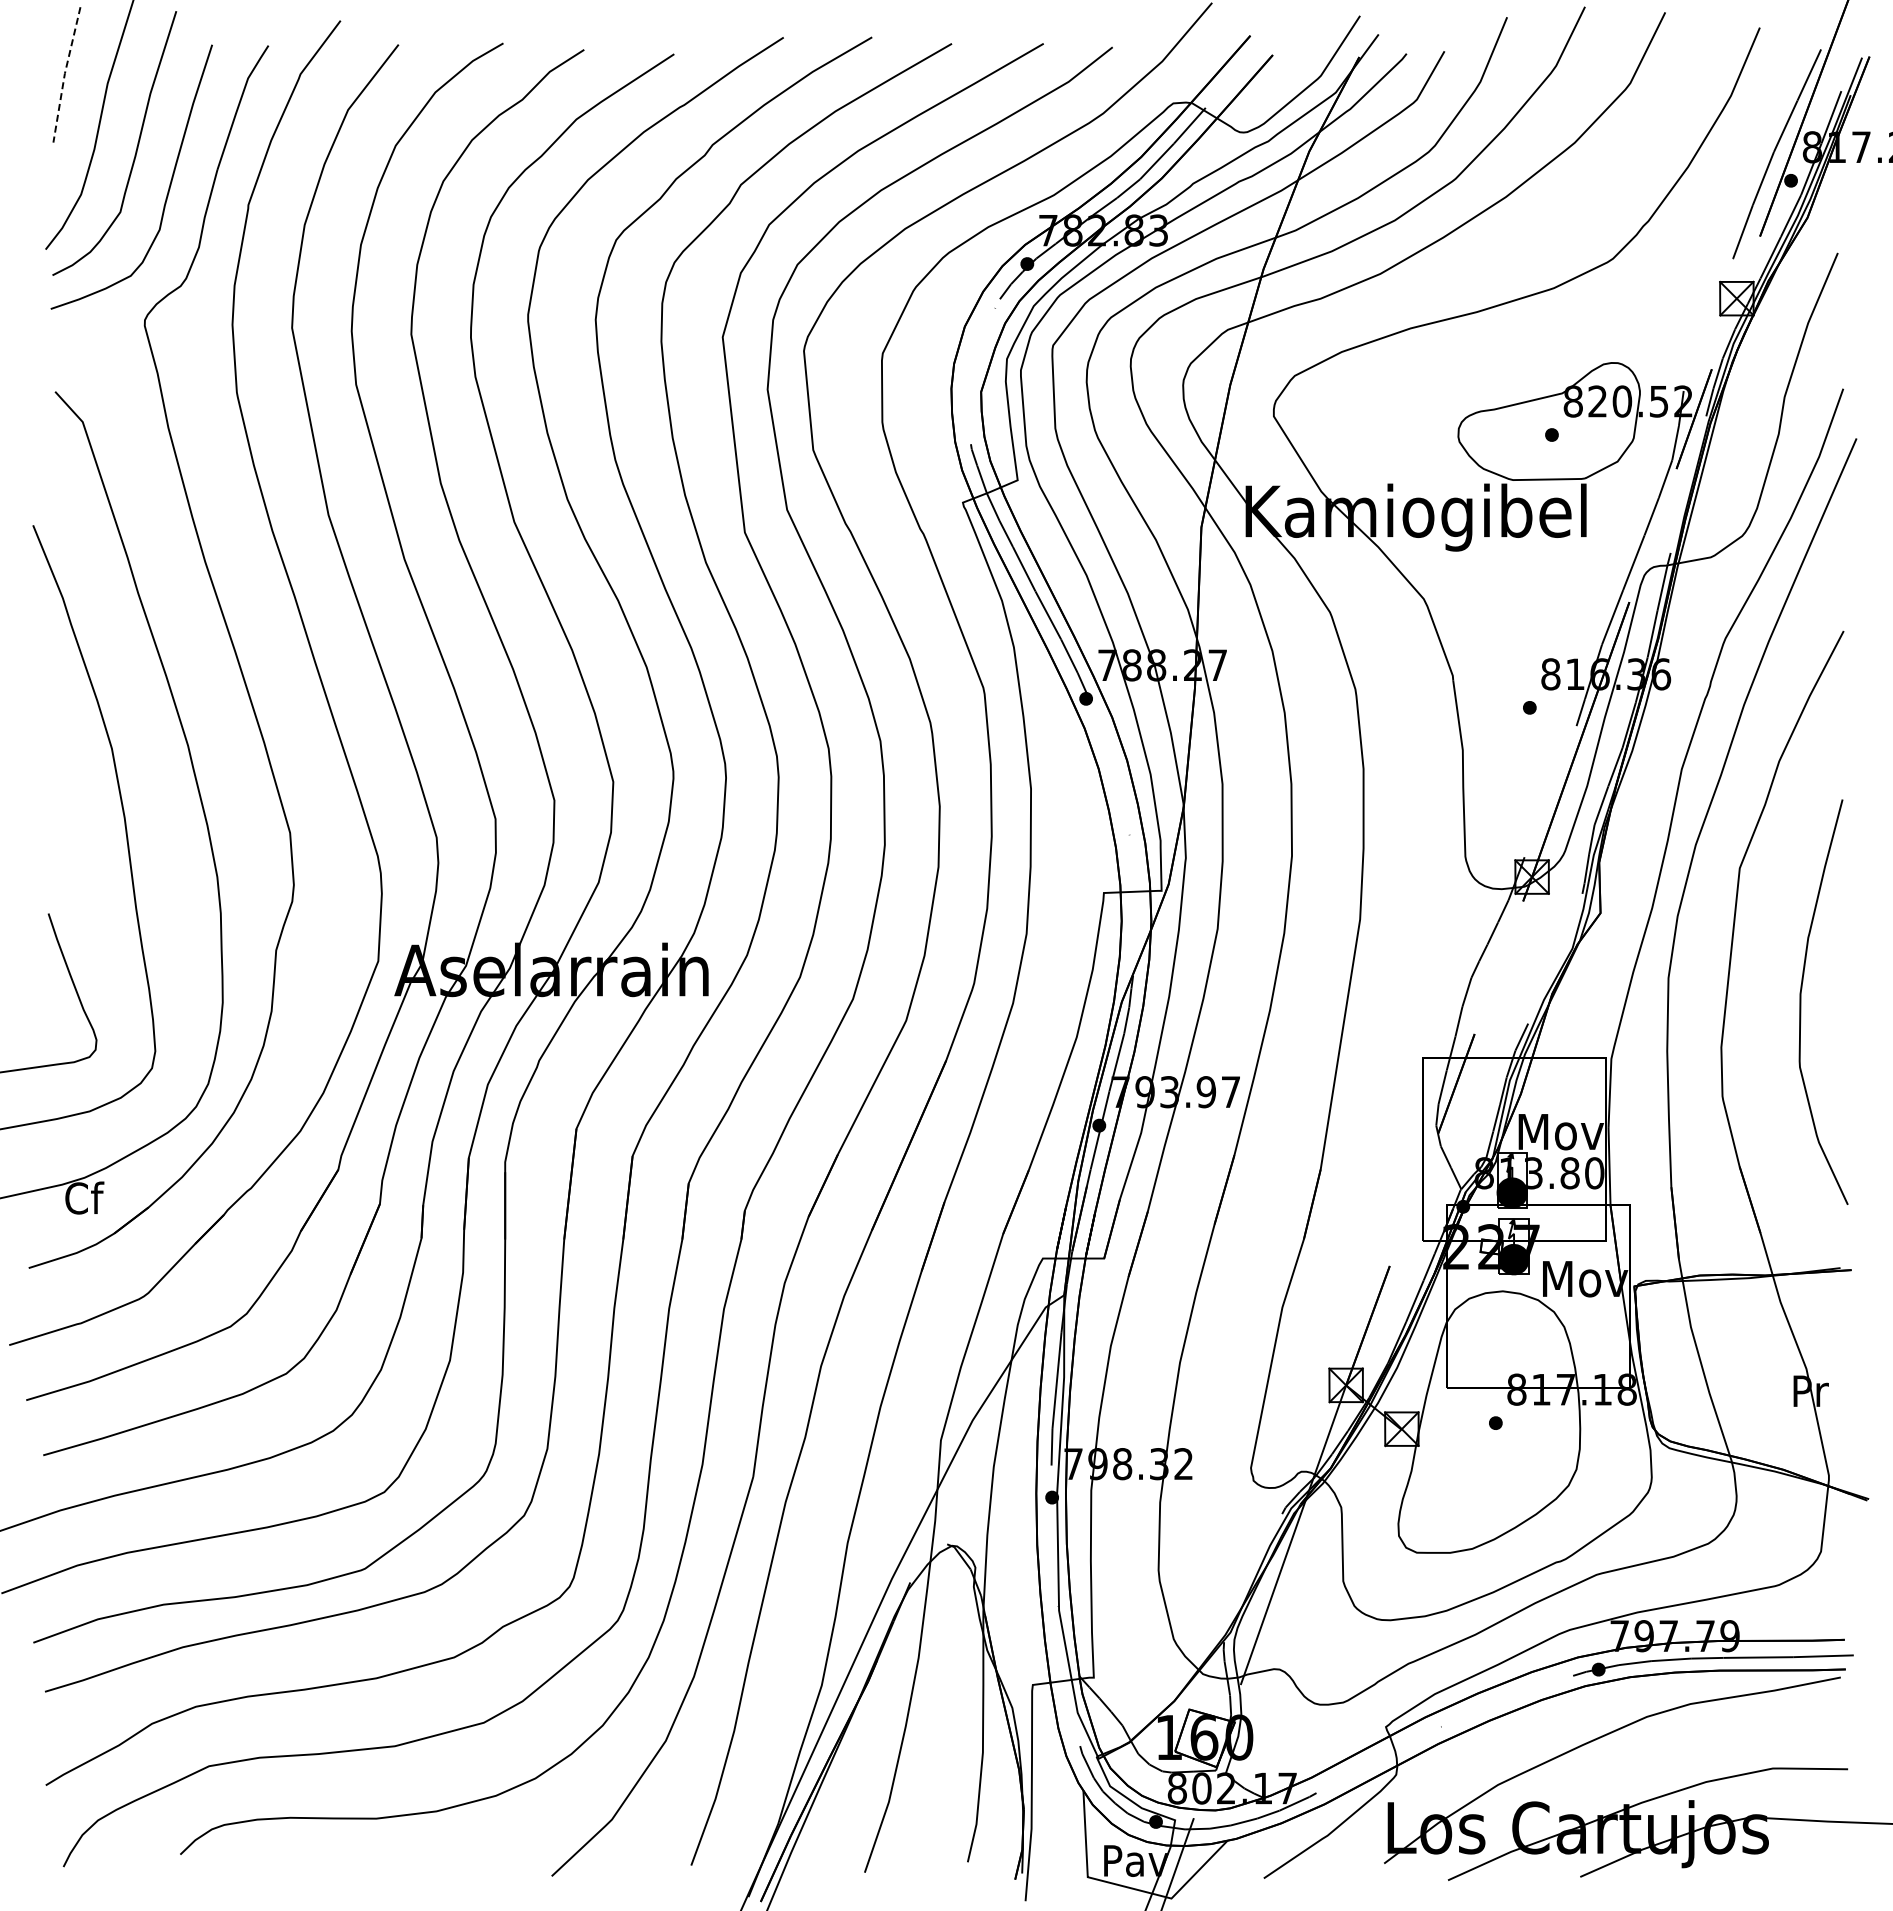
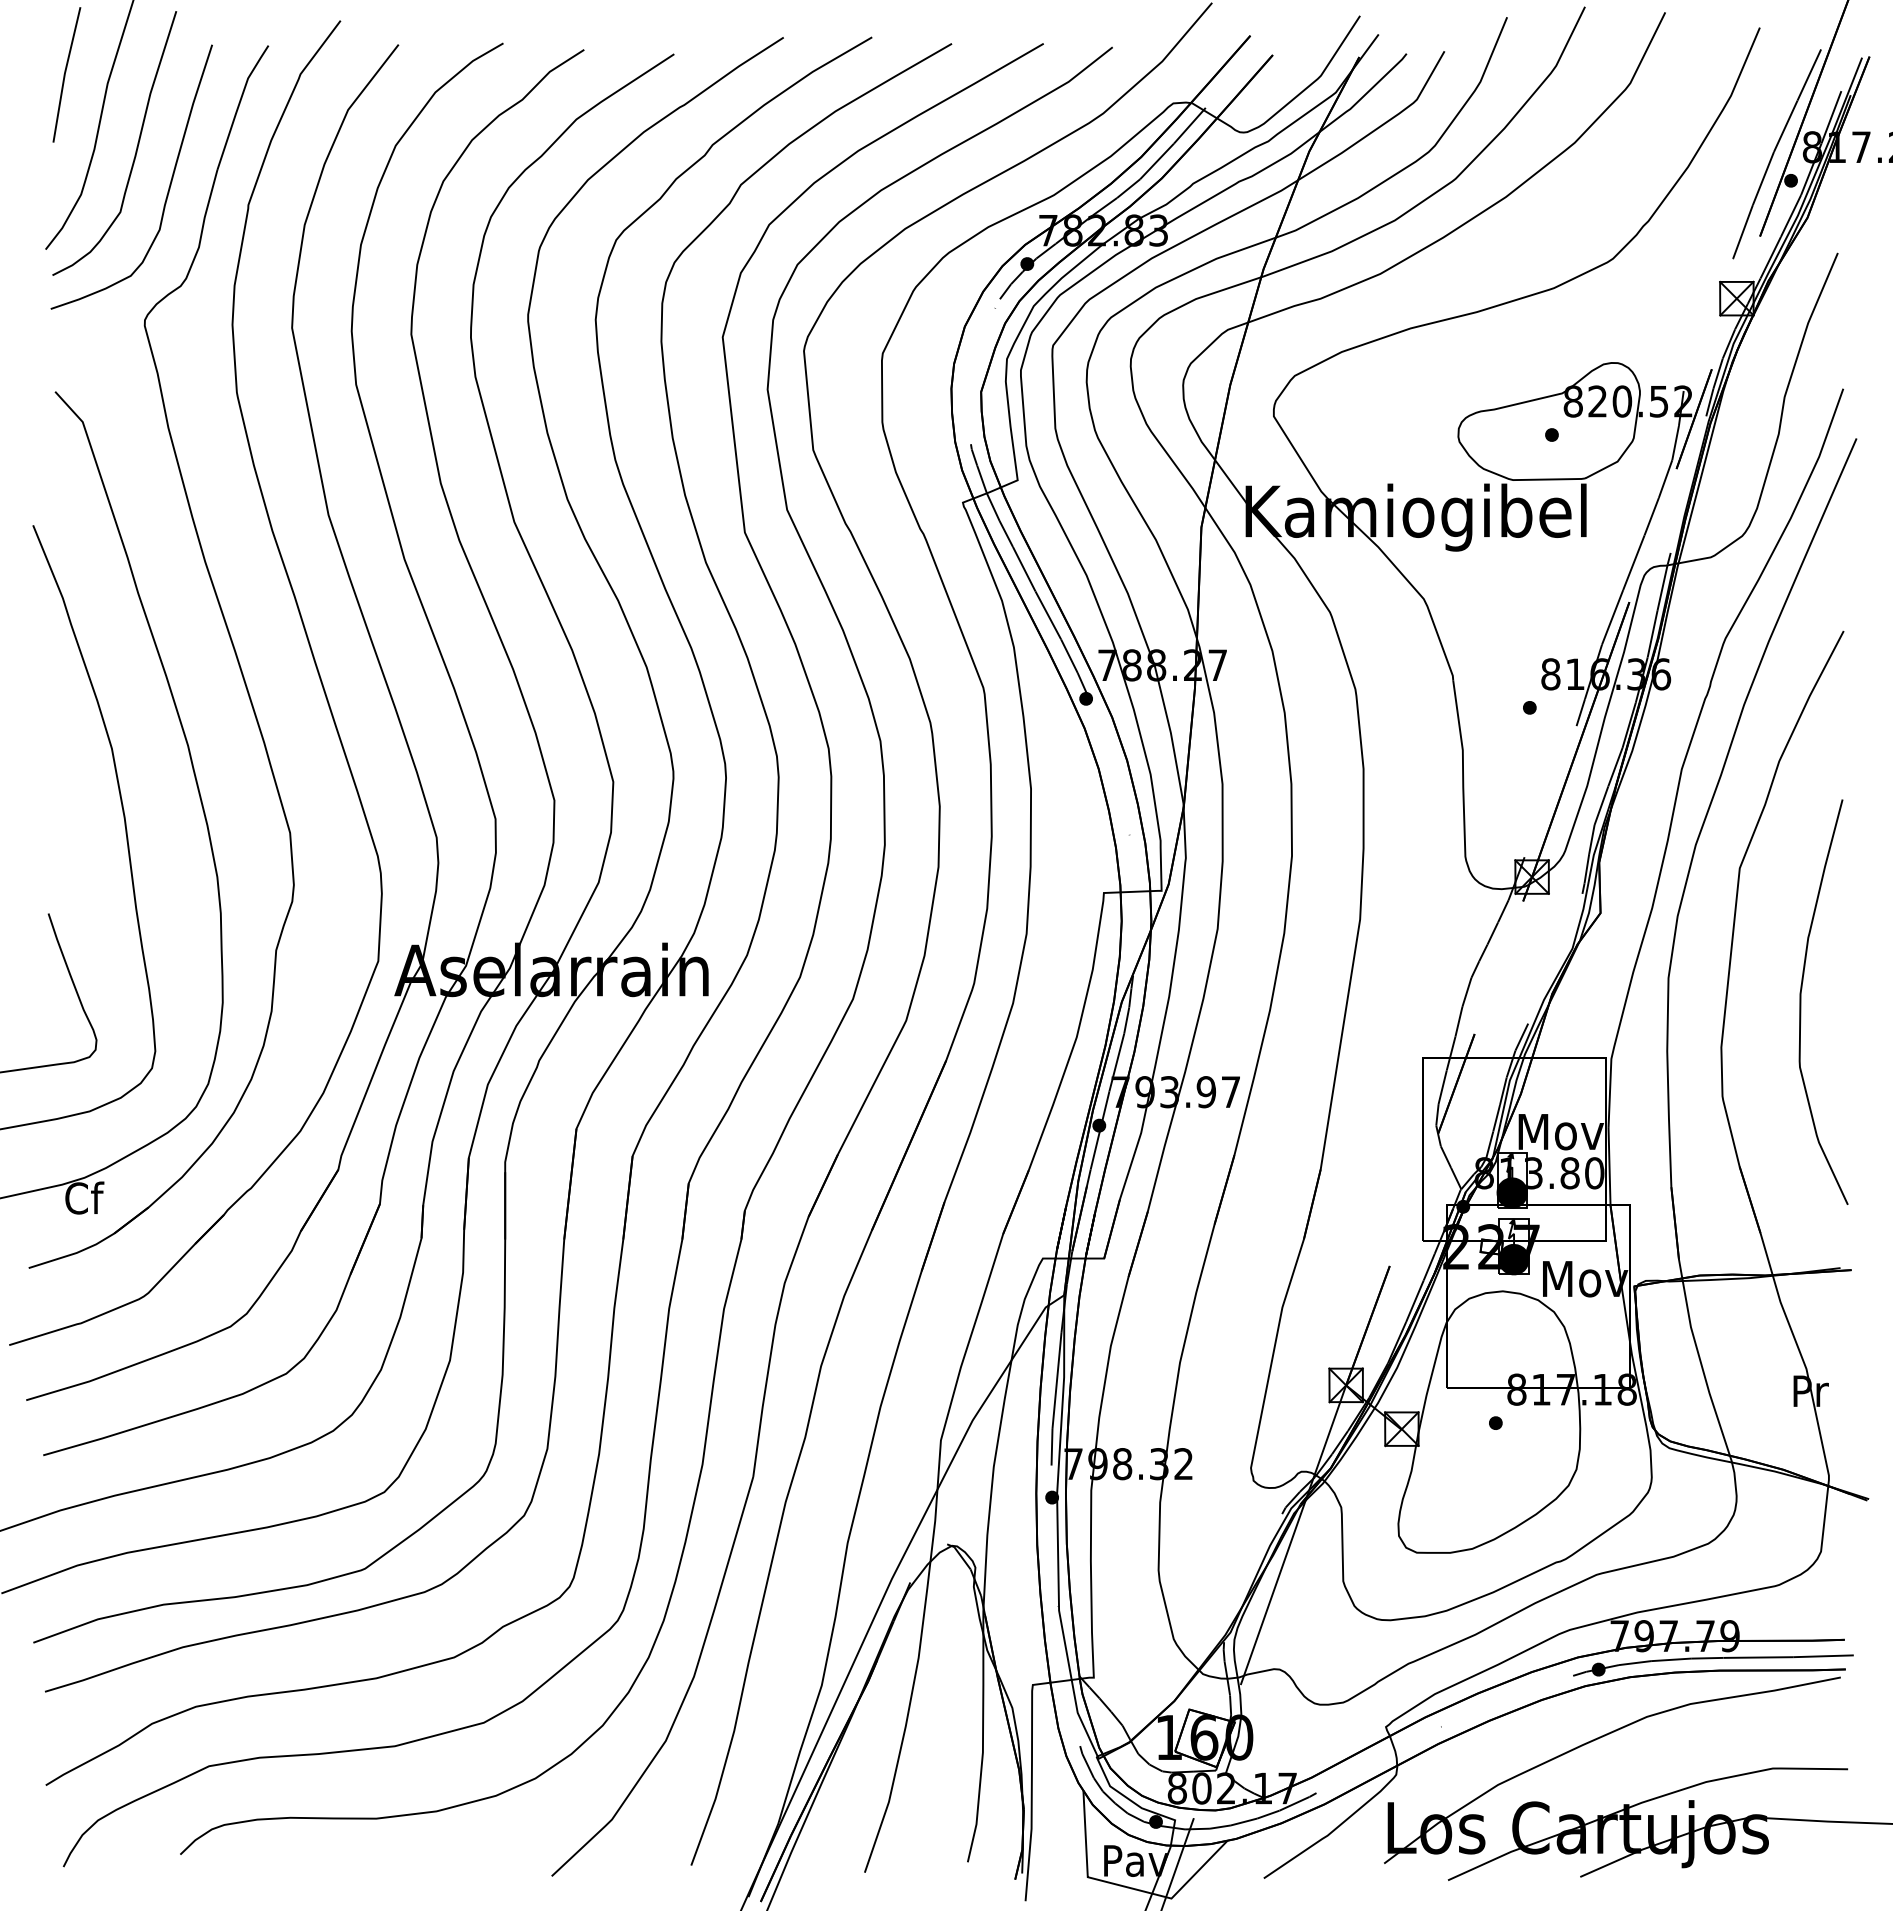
line at (64, 74): dashed -> solid
